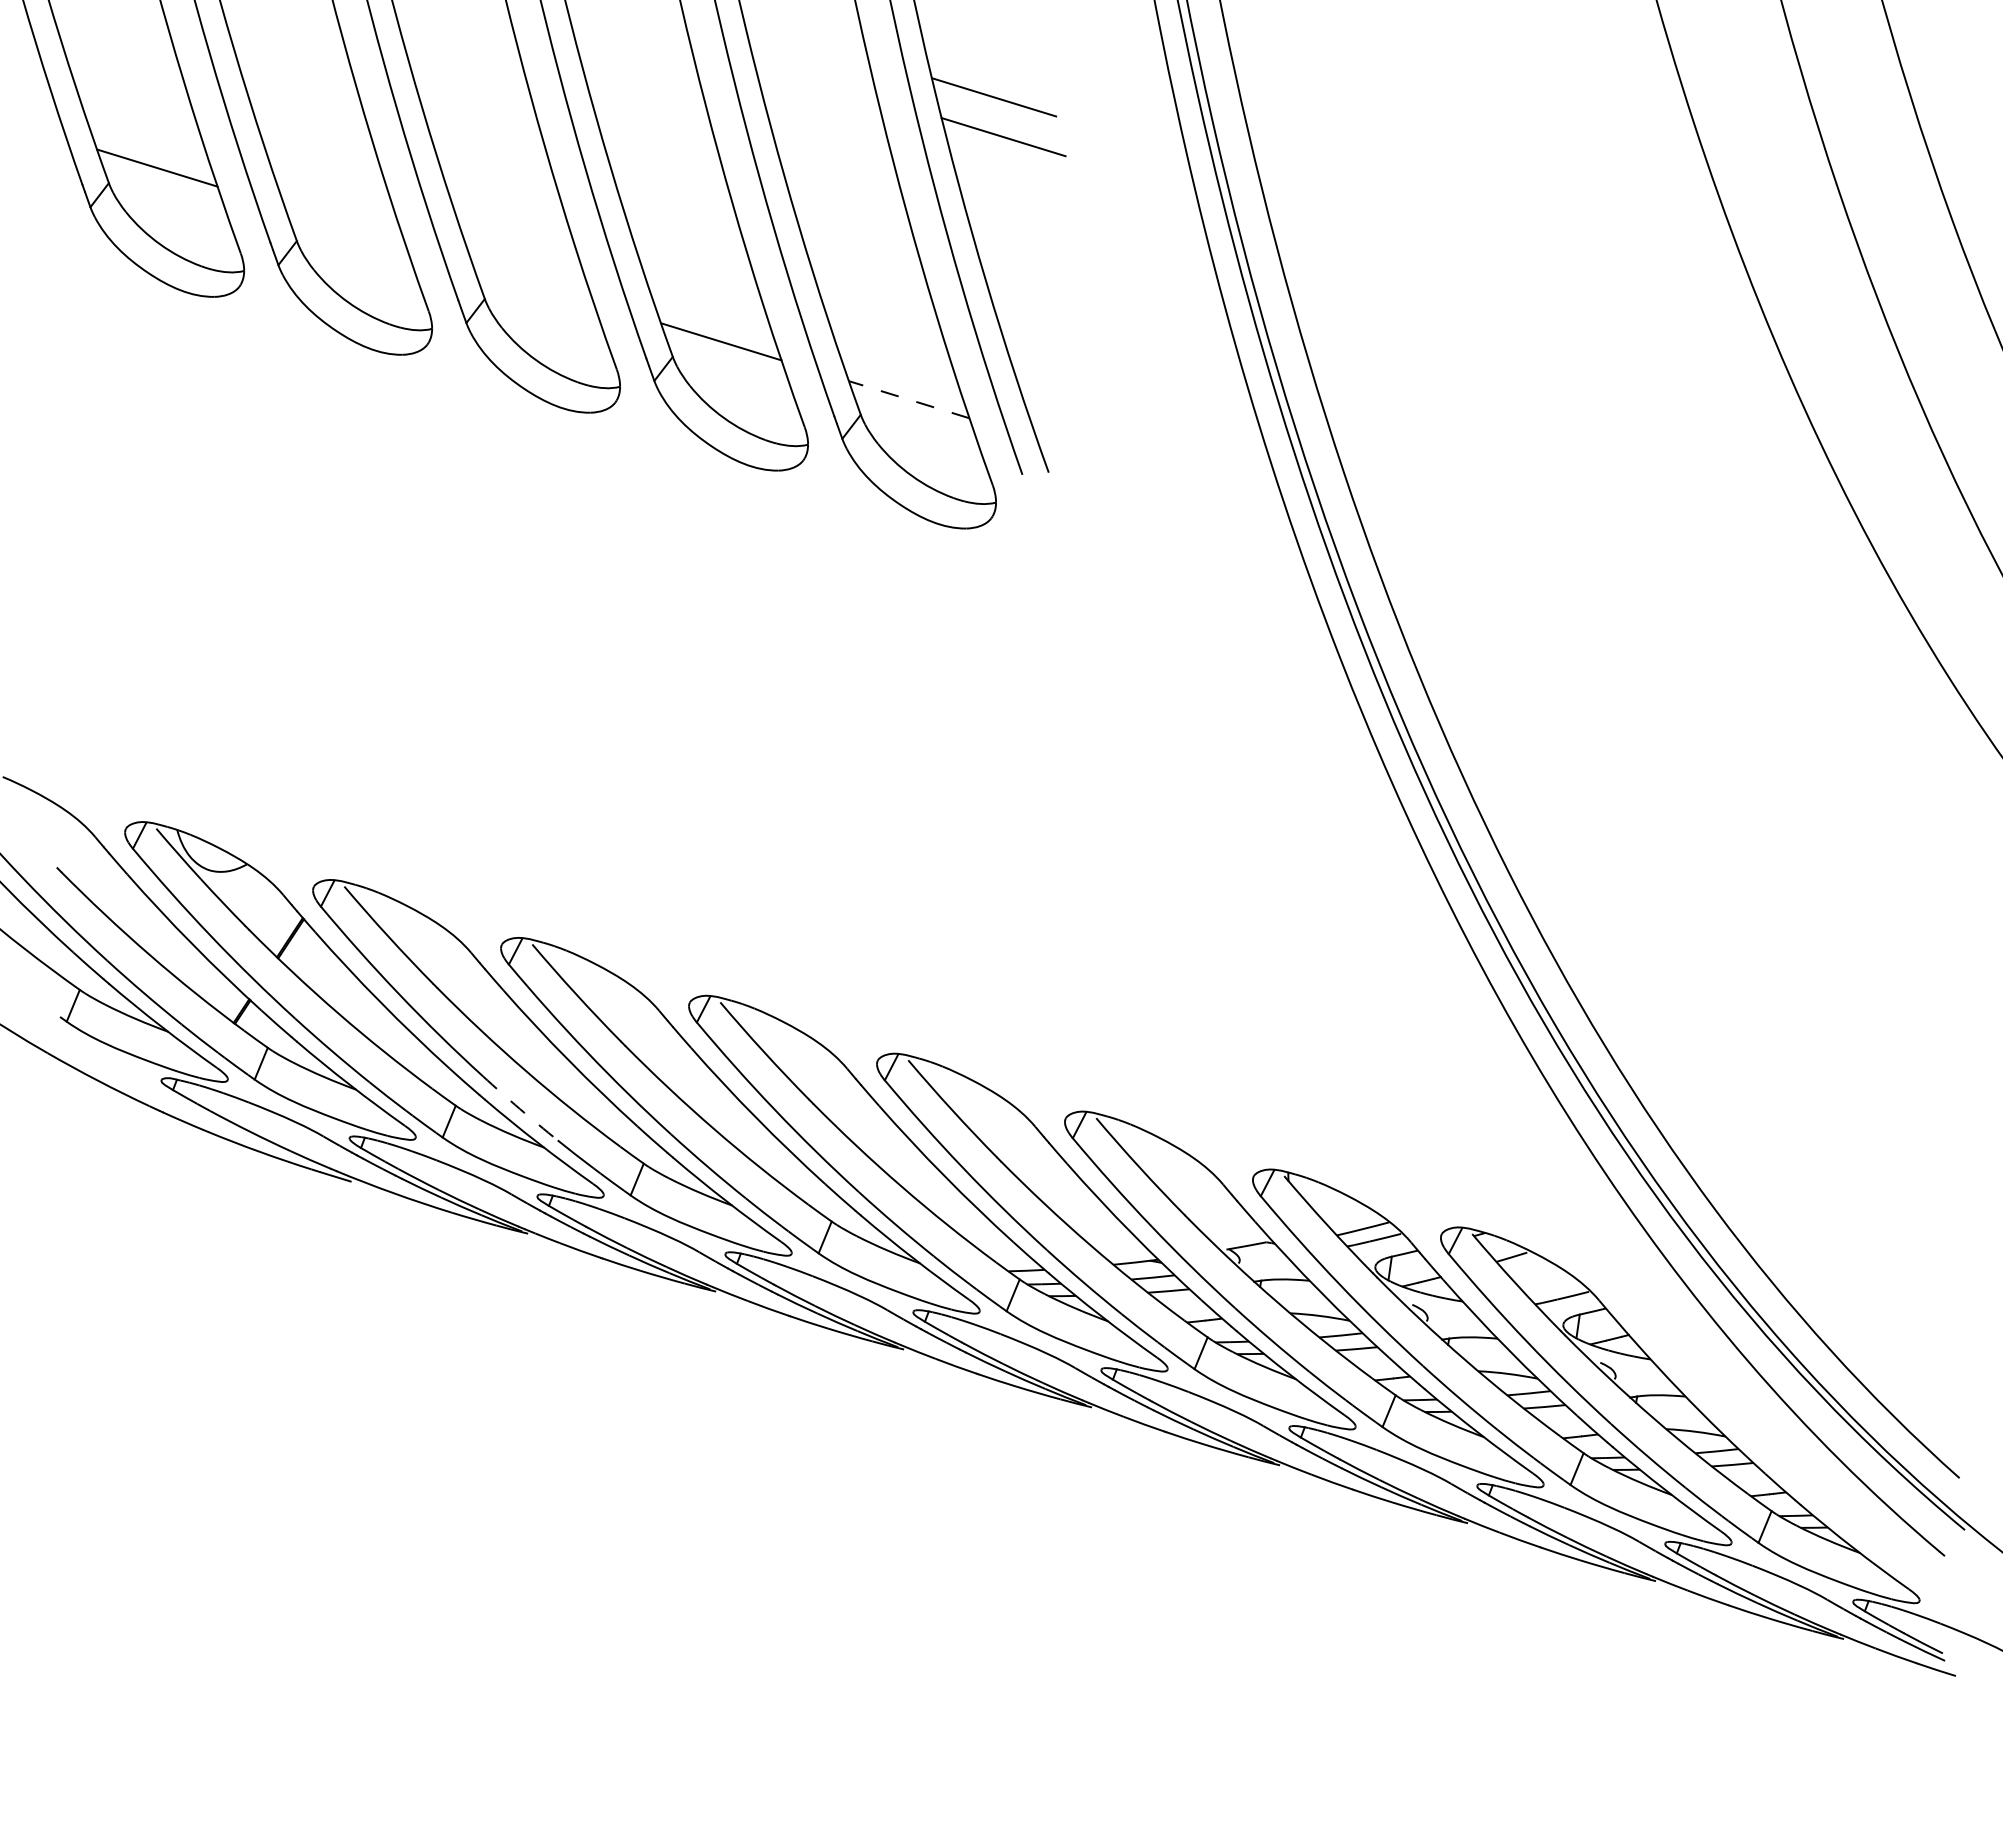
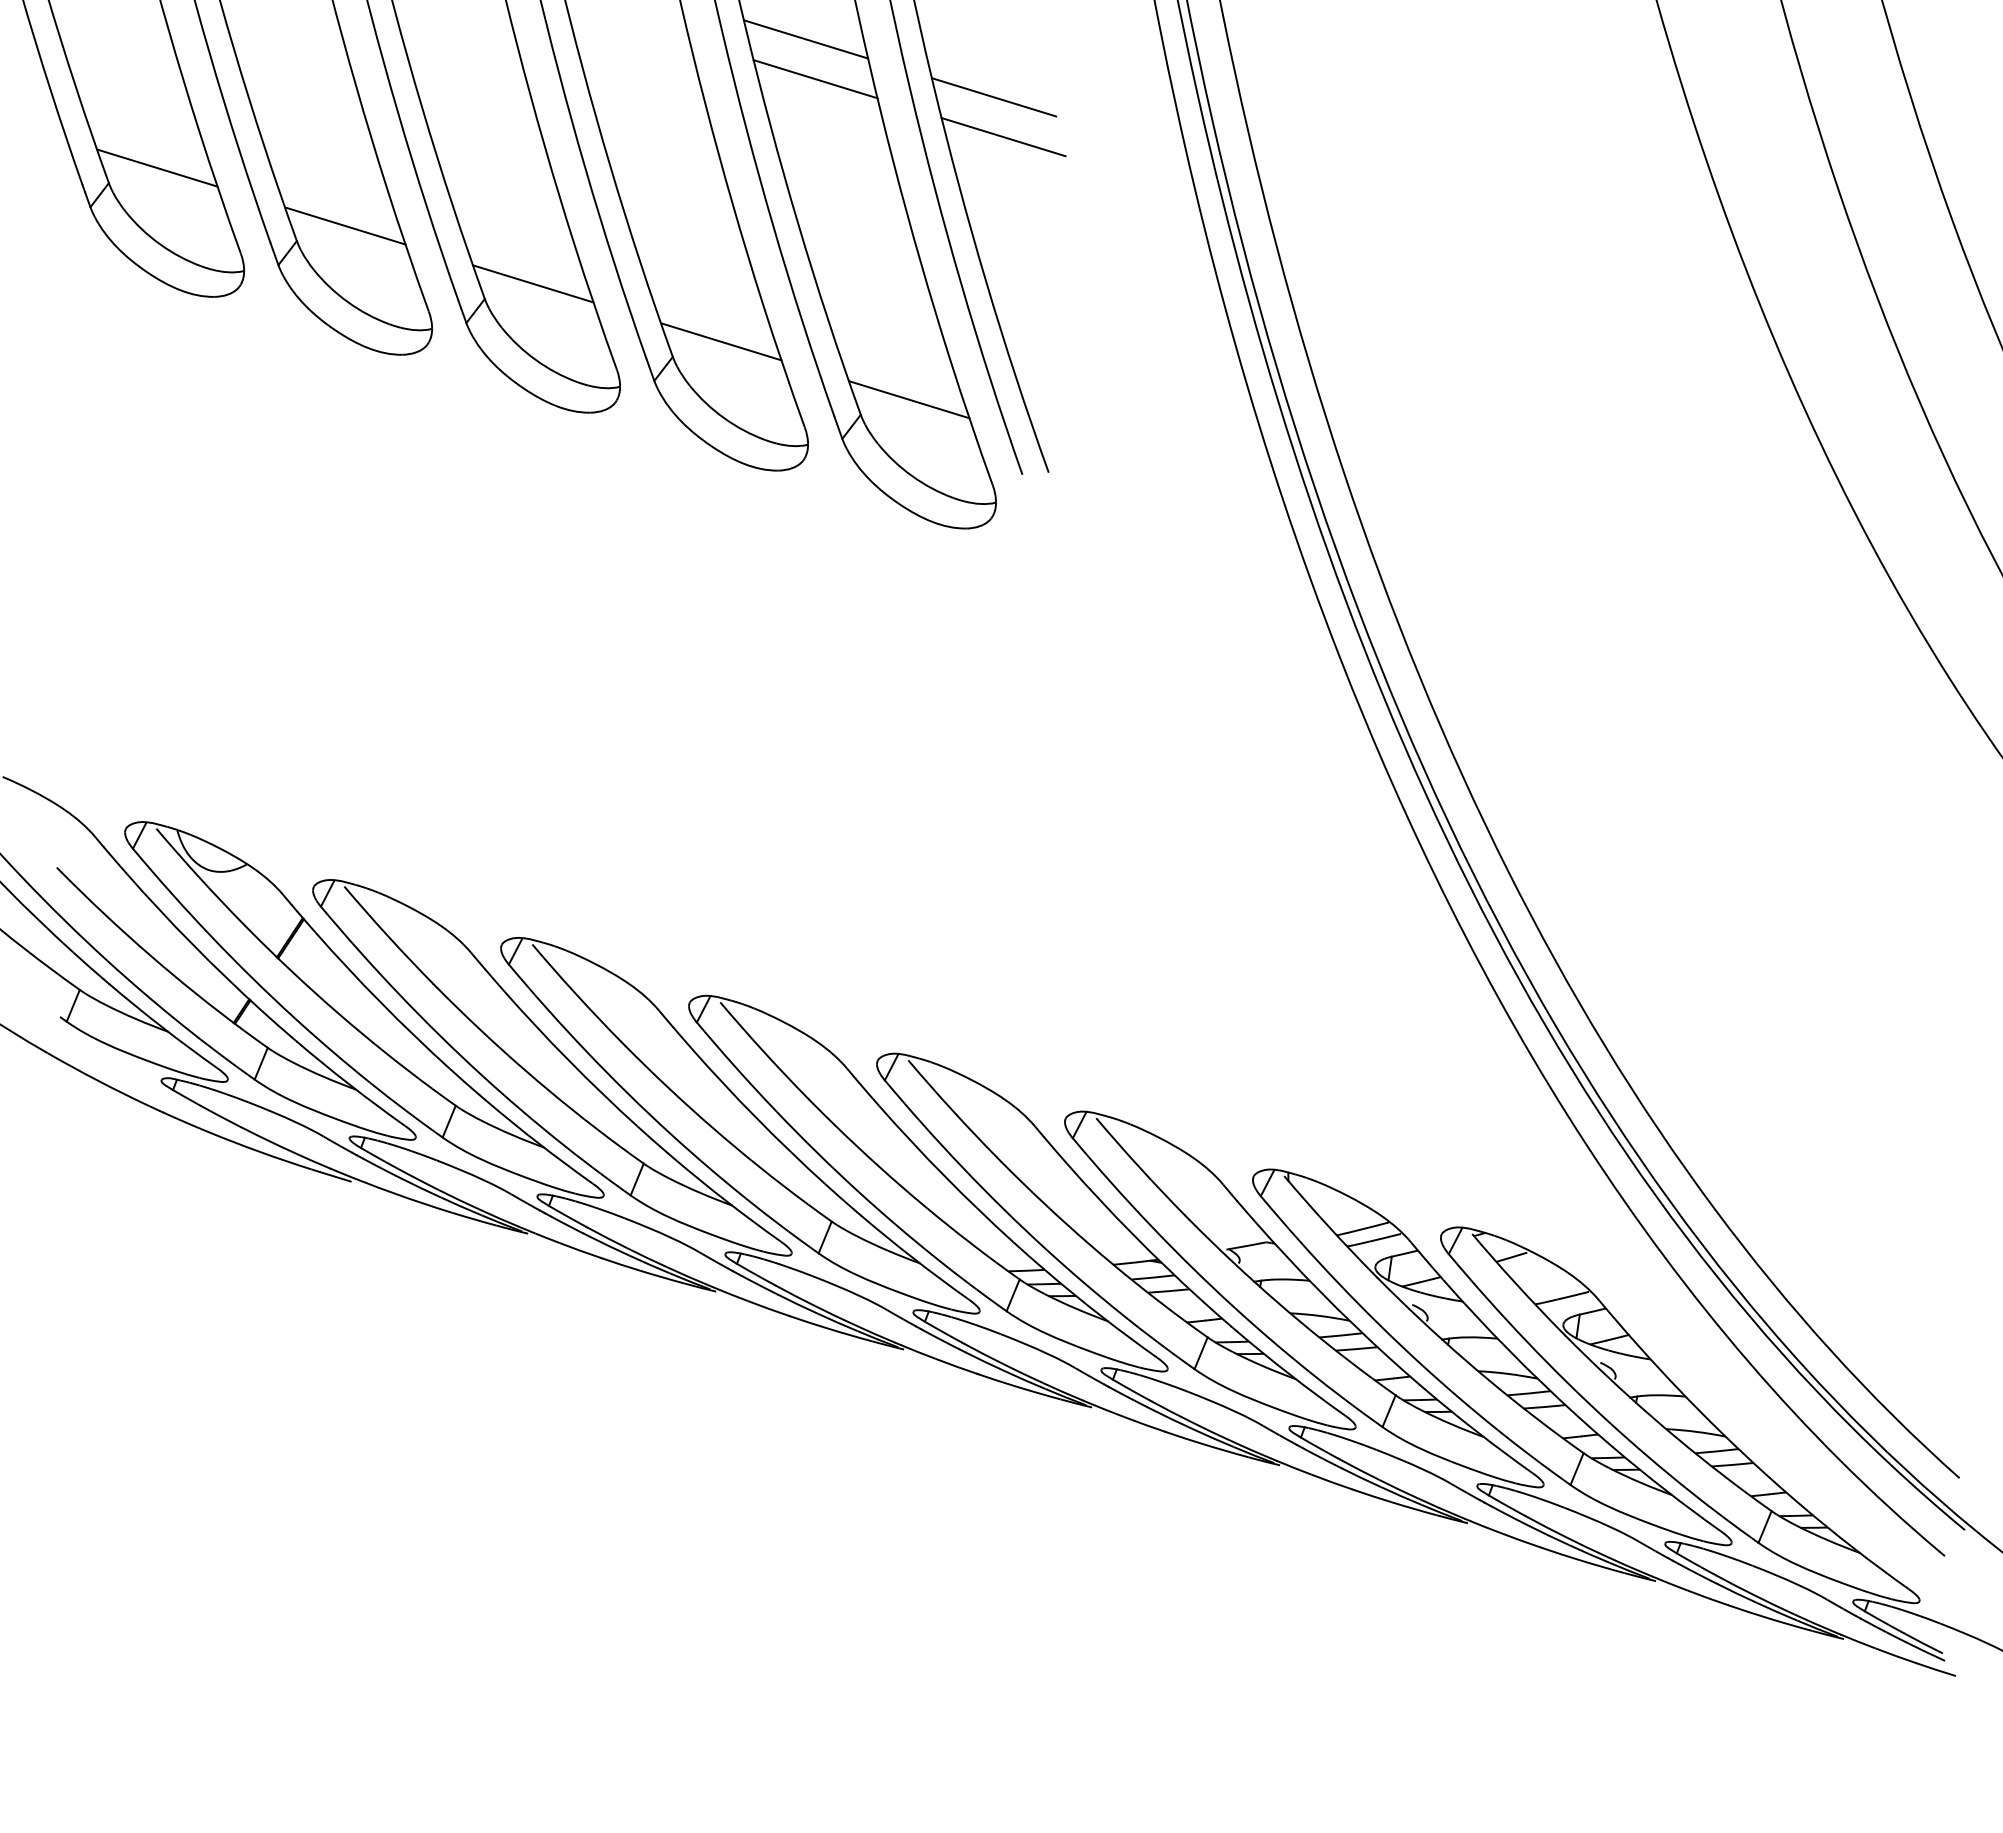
line at (806, 39): none -> present
line at (815, 79): none -> present
line at (345, 225): none -> present
line at (533, 283): none -> present
line at (908, 399): dashed -> solid
arc at (519, 1108): dashed -> solid
